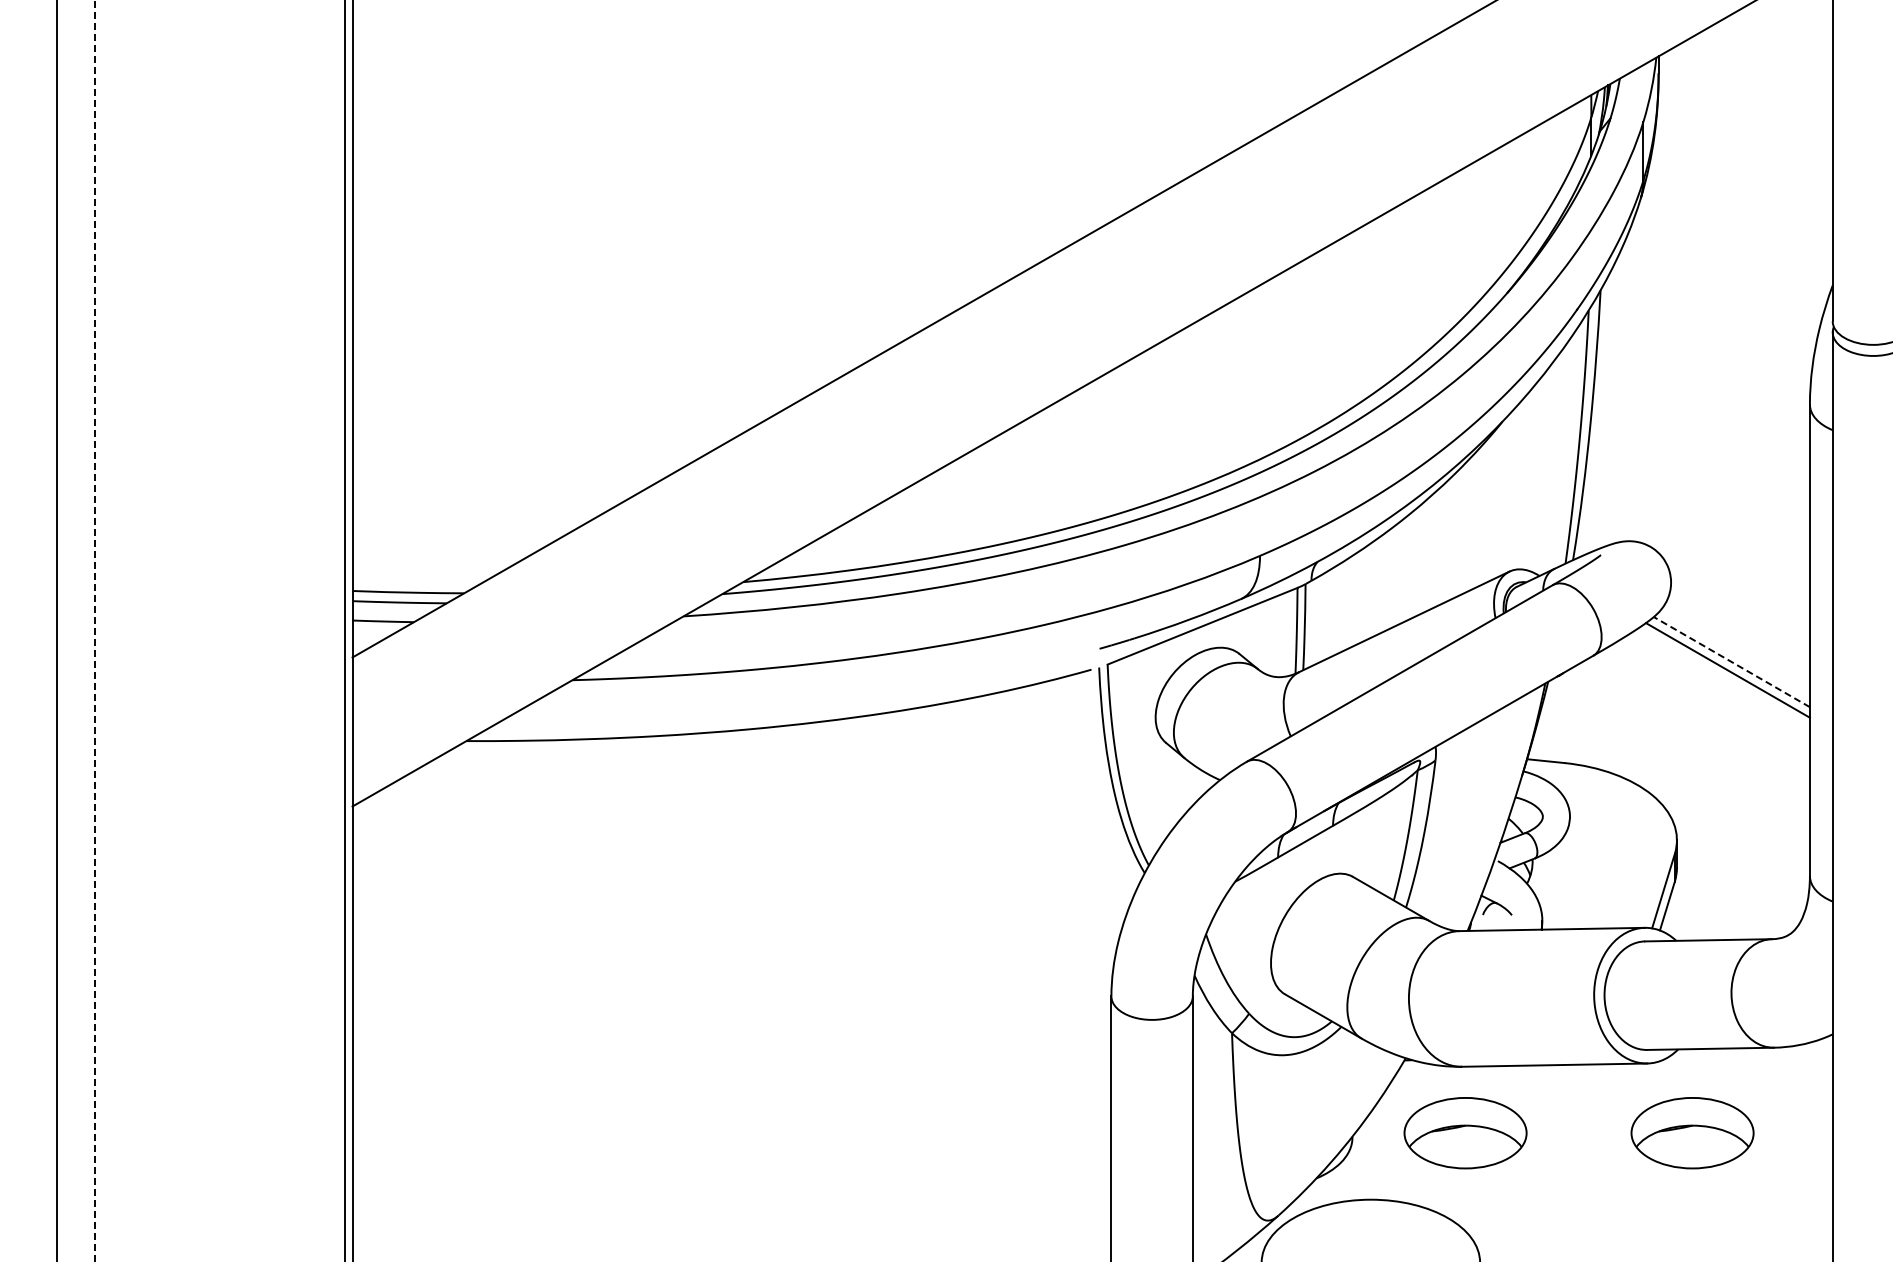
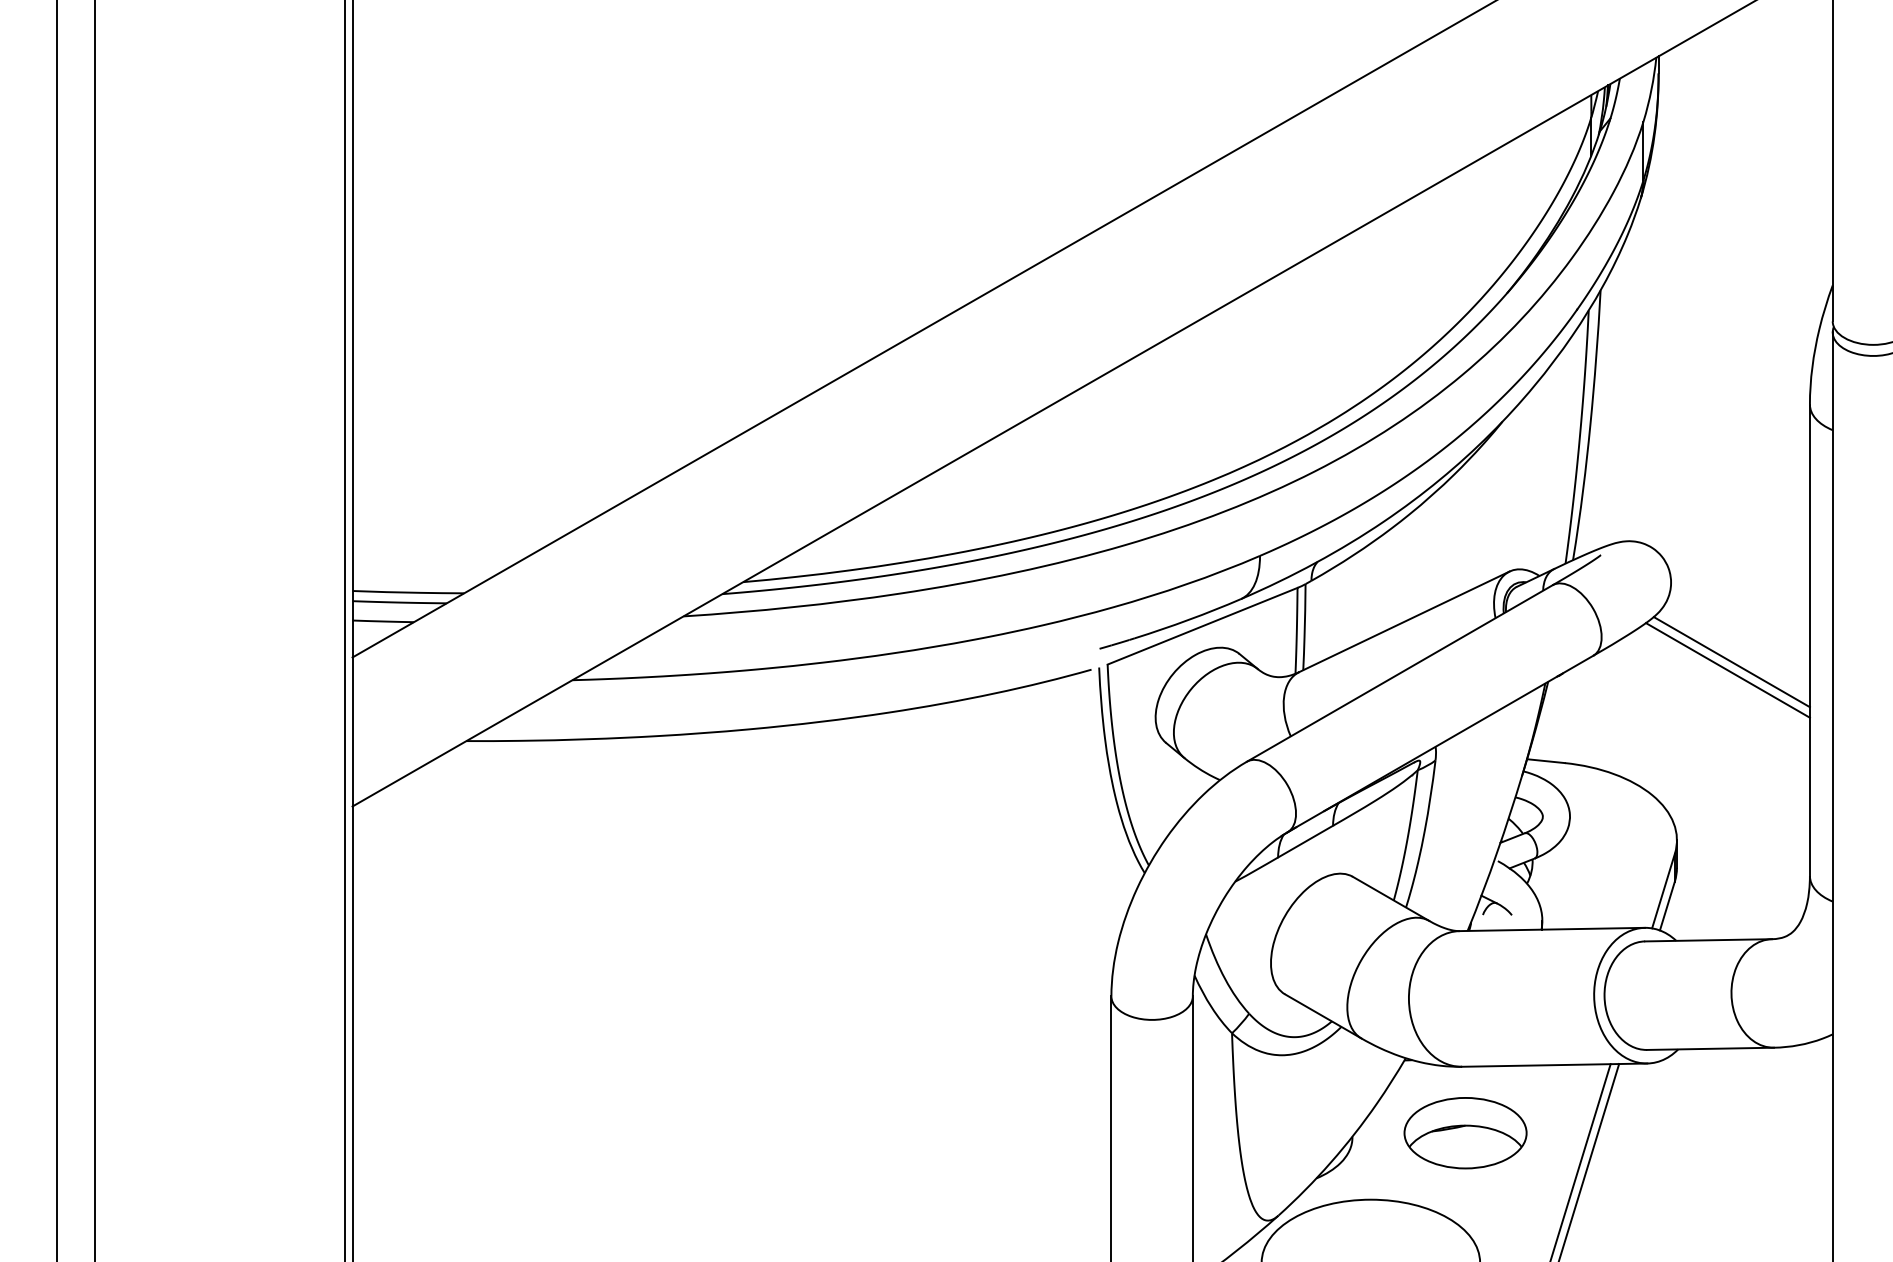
line at (95, 629): dashed -> solid
line at (1731, 661): dashed -> solid
part at (1692, 1133): present -> none
line at (1580, 1161): none -> present
line at (1589, 1161): none -> present
